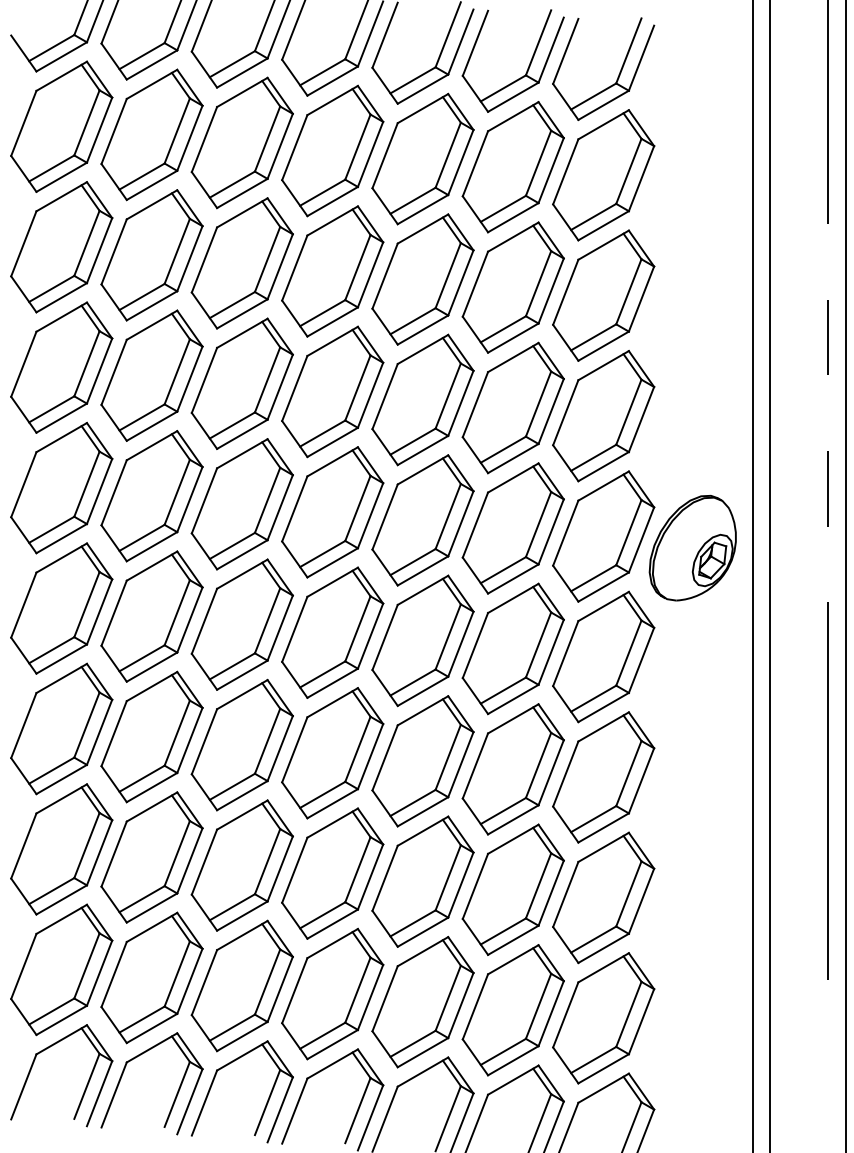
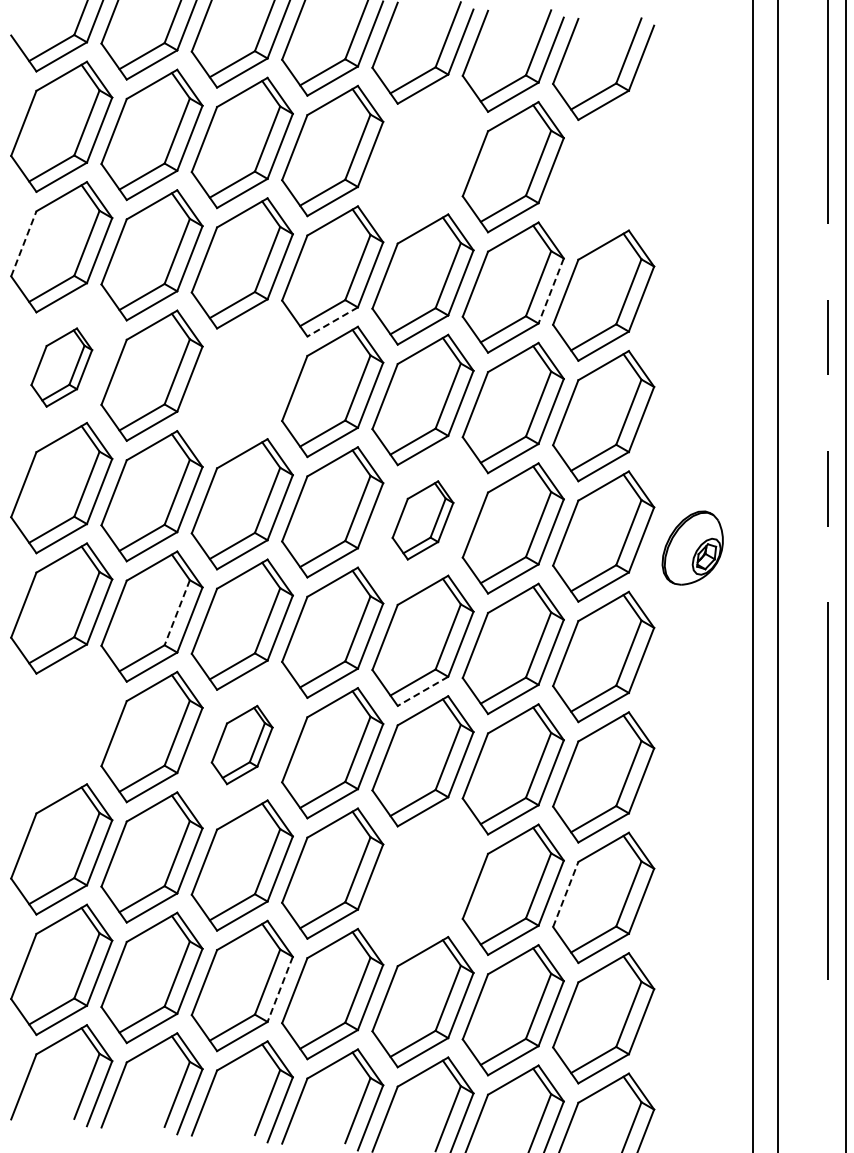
part at (422, 158): present -> none
part at (603, 175): present -> none
line at (23, 243): solid -> dashed
line at (551, 291): solid -> dashed
line at (332, 322): solid -> dashed
part at (61, 367) size: 104x133 px -> 64x81 px
part at (241, 383): present -> none
part at (422, 520) size: 104x133 px -> 64x81 px
part at (692, 547) size: 89x108 px -> 63x76 px
line at (769, 575) position: (769, 575) -> (777, 575)
line at (177, 612): solid -> dashed
line at (422, 691): solid -> dashed
part at (61, 728): present -> none
part at (241, 744) size: 104x134 px -> 64x82 px
part at (422, 881): present -> none
line at (565, 894): solid -> dashed
line at (280, 989): solid -> dashed
